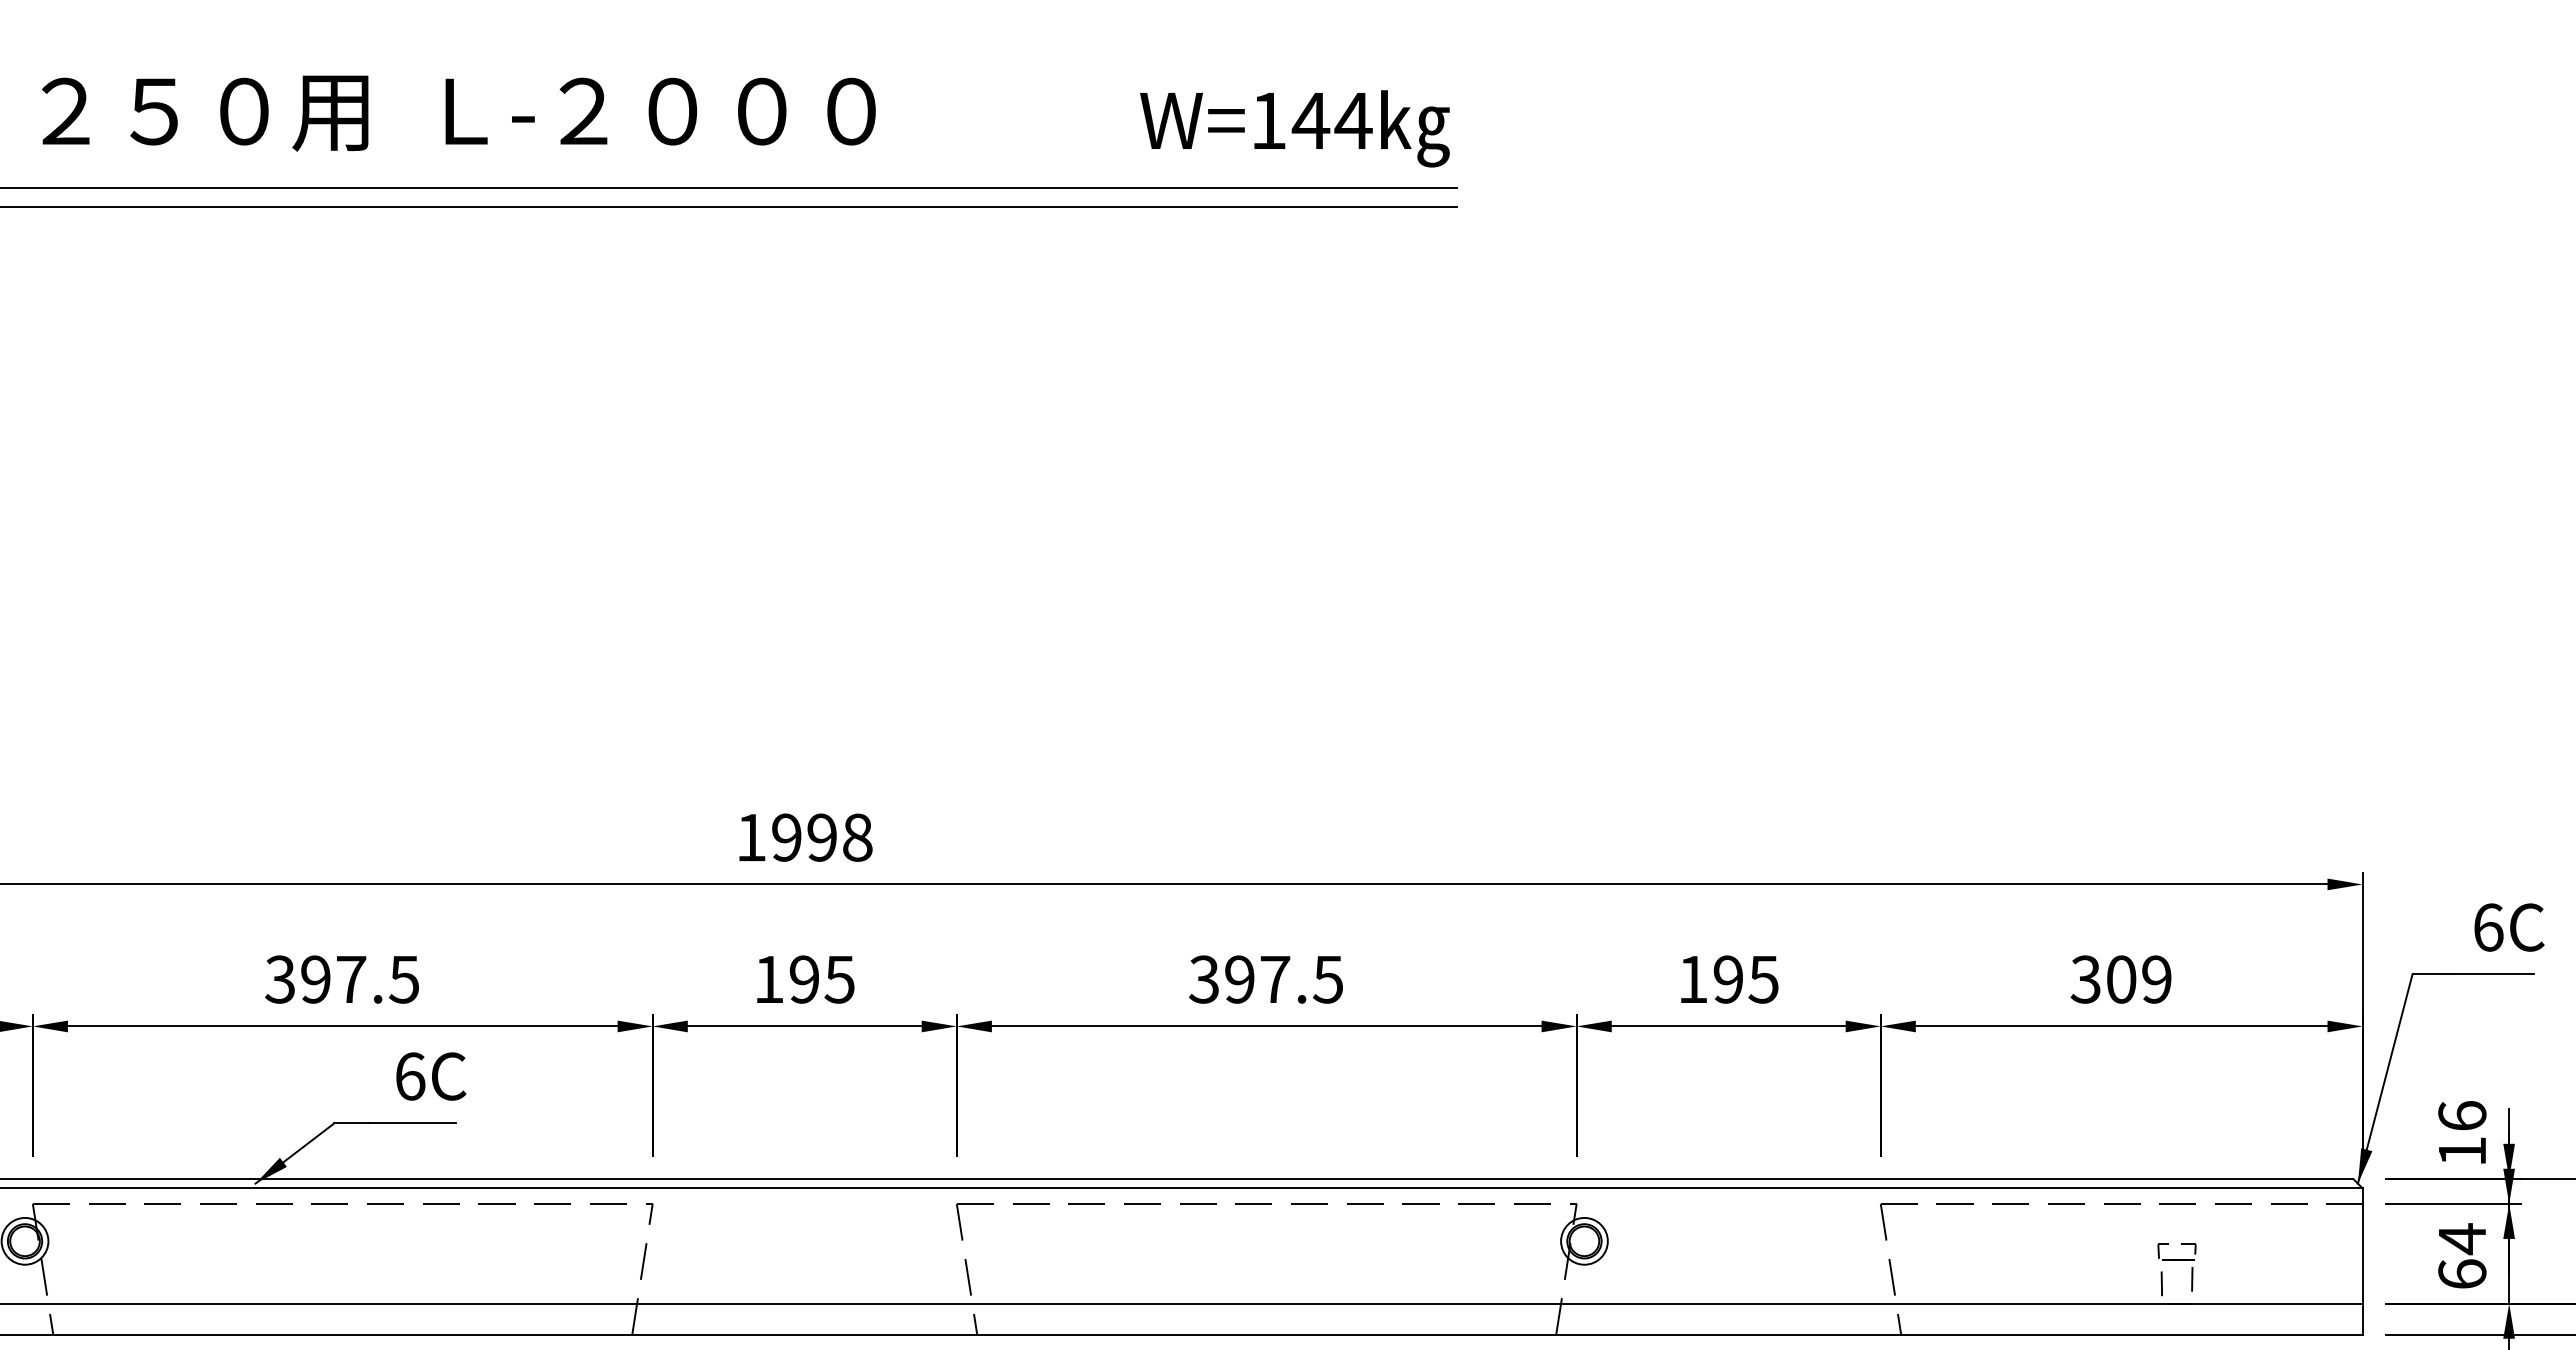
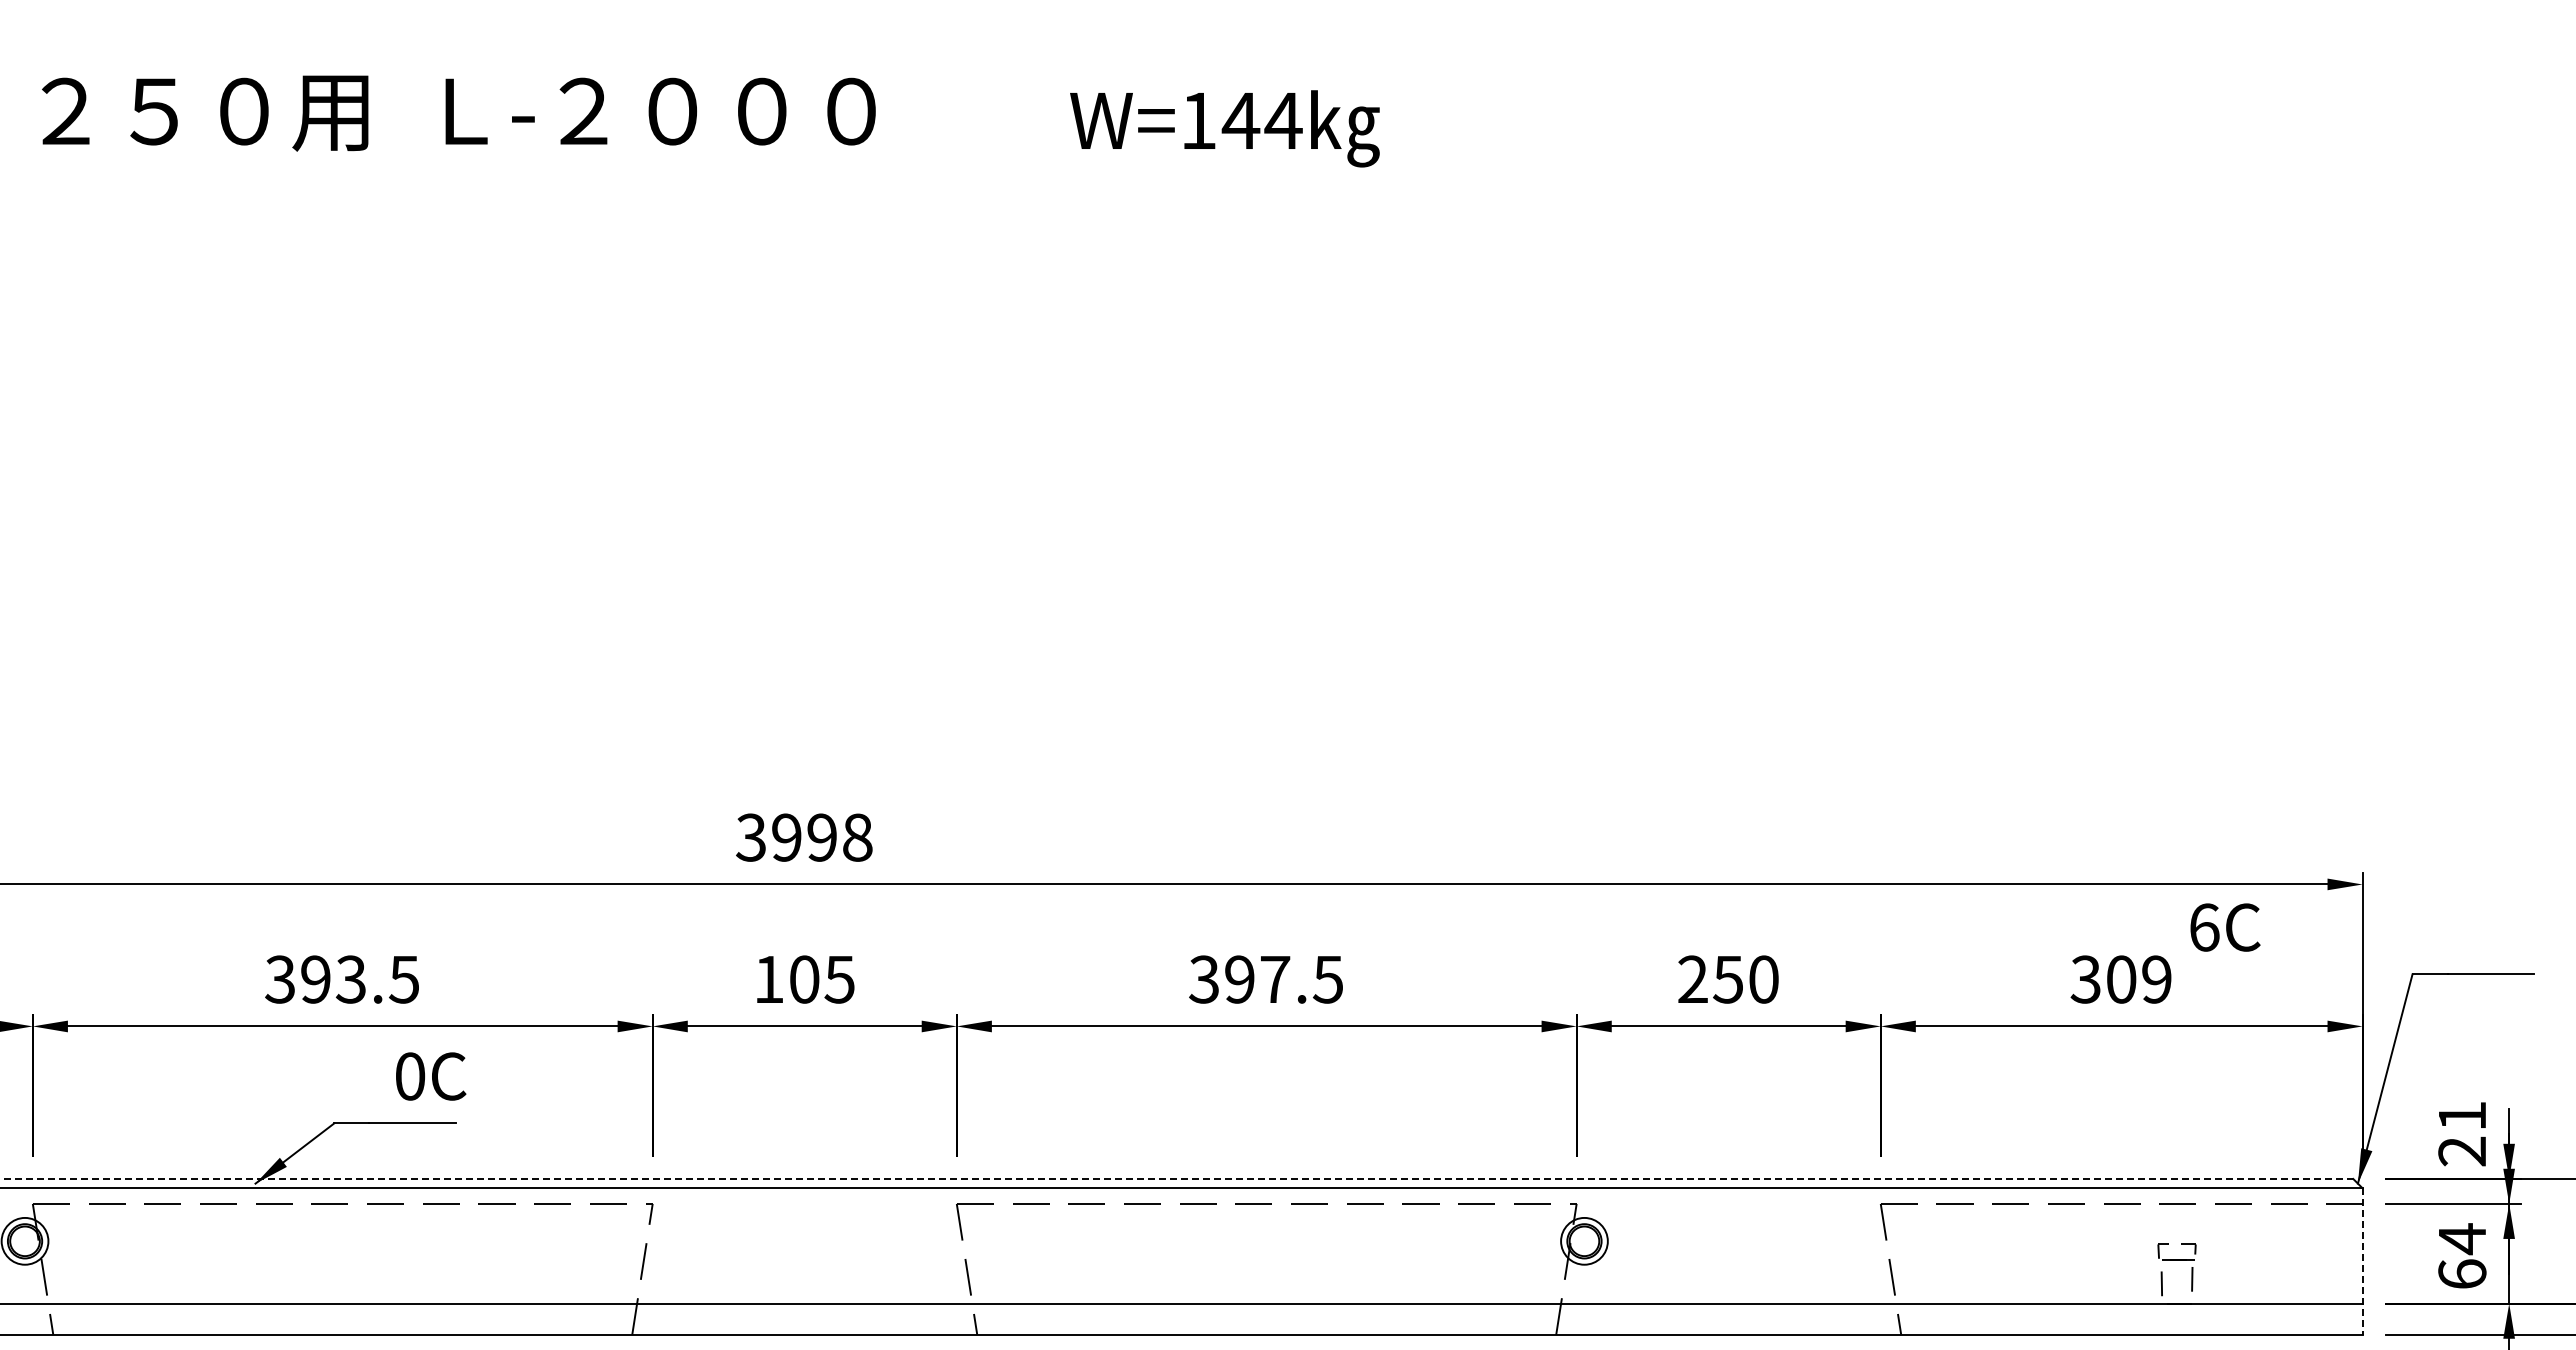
text at (1294, 128) position: (1294, 128) -> (1224, 128)
line at (729, 188): present -> none
line at (729, 207): present -> none
text at (750, 837): 1998 -> 3998
text at (2509, 927) position: (2509, 927) -> (2225, 927)
text at (350, 979): 397.5 -> 393.5
text at (804, 979): 195 -> 105
text at (1728, 979): 195 -> 250
text at (410, 1076): 6C -> 0C
text at (2462, 1133): 16 -> 21
line at (1176, 1178): solid -> dashed
line at (2362, 1262): solid -> dashed
